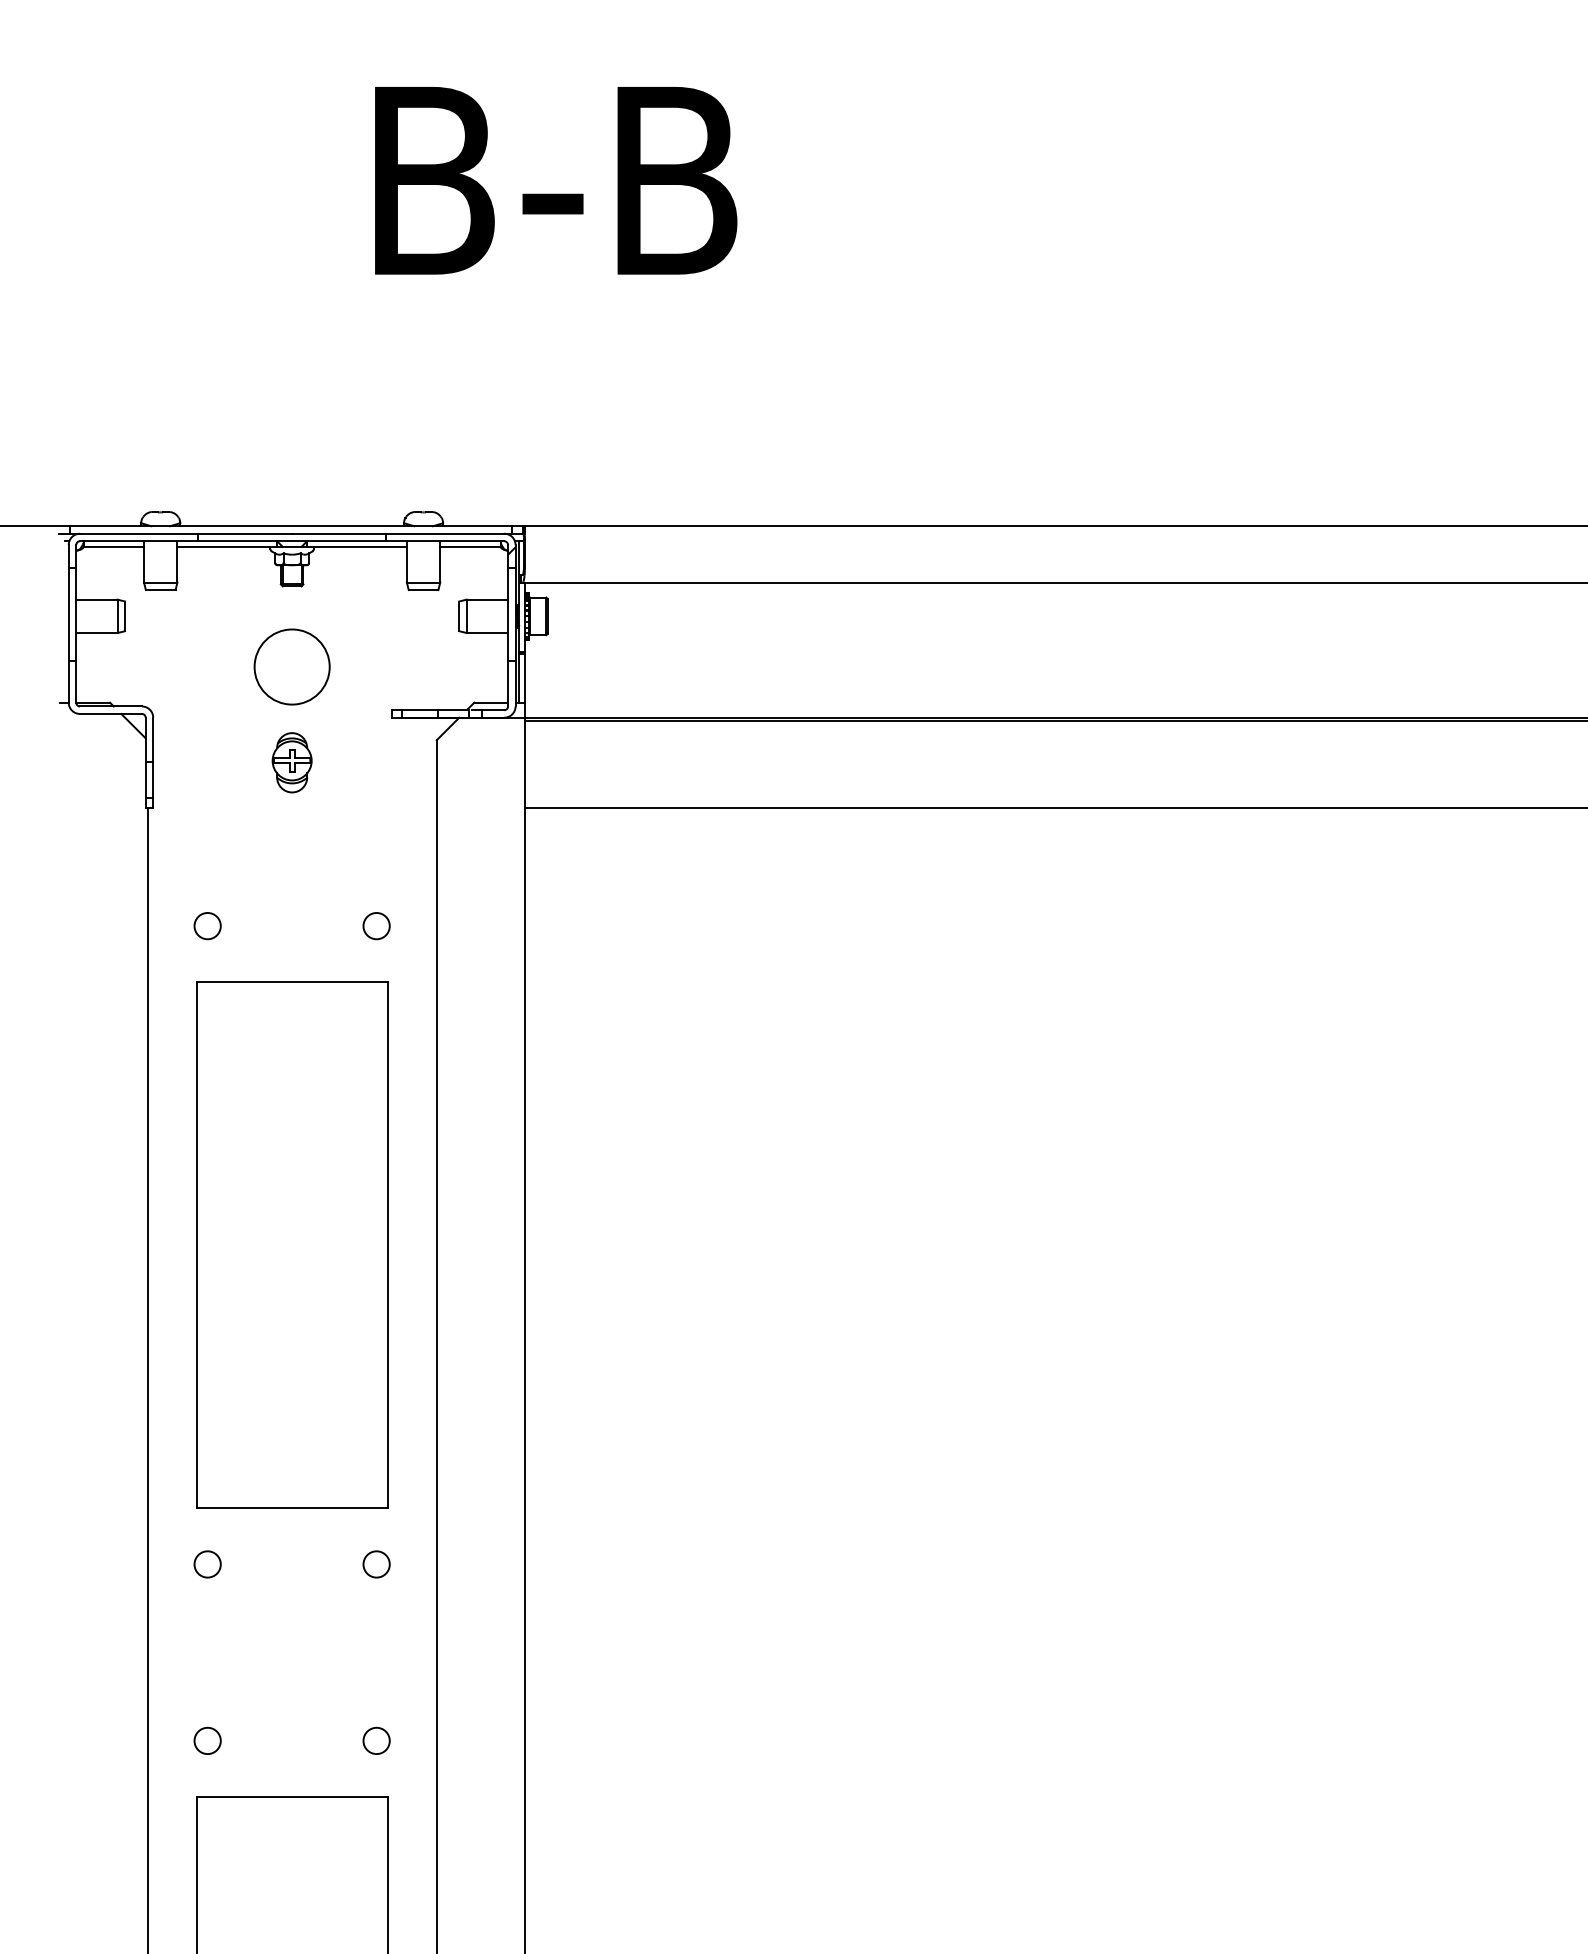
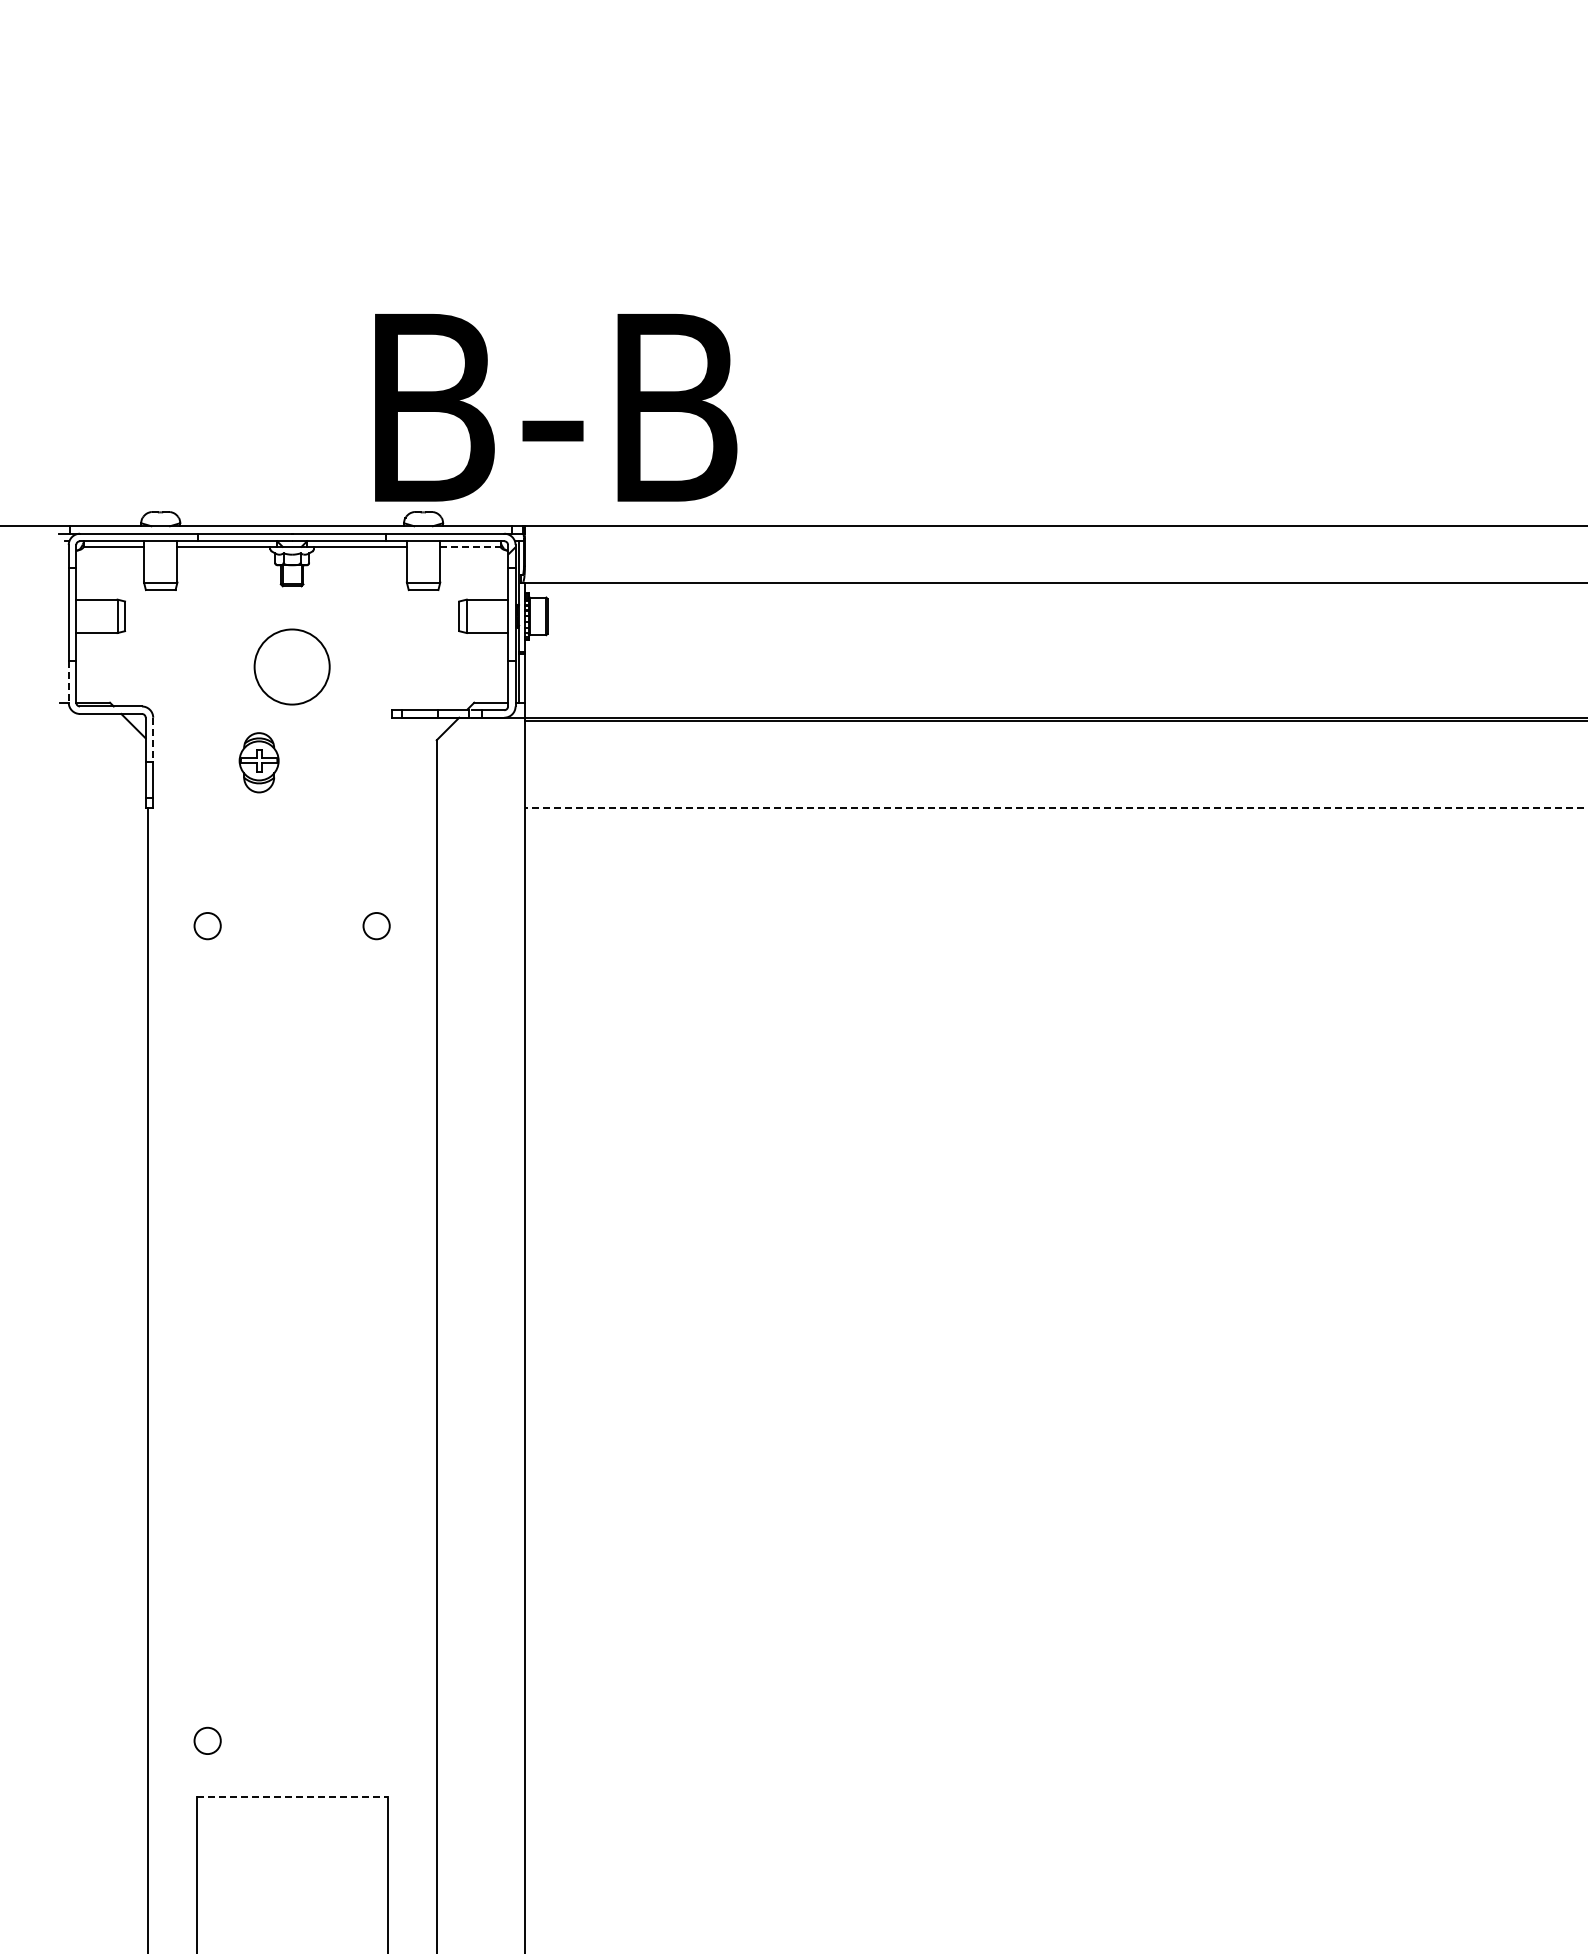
text at (556, 180) position: (556, 180) -> (556, 407)
line at (470, 546): solid -> dashed
line at (68, 682): solid -> dashed
line at (153, 740): solid -> dashed
part at (291, 762) position: (291, 762) -> (258, 762)
line at (1055, 807): solid -> dashed
part at (292, 1244): present -> none
circle at (207, 1564): present -> none
circle at (376, 1564): present -> none
circle at (376, 1740): present -> none
line at (292, 1797): solid -> dashed
